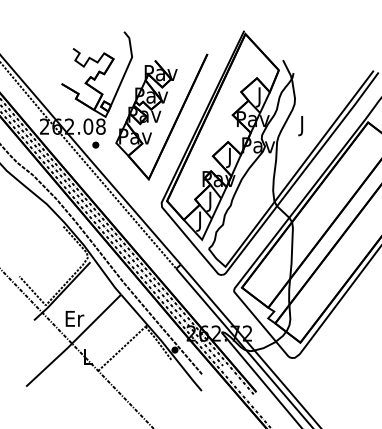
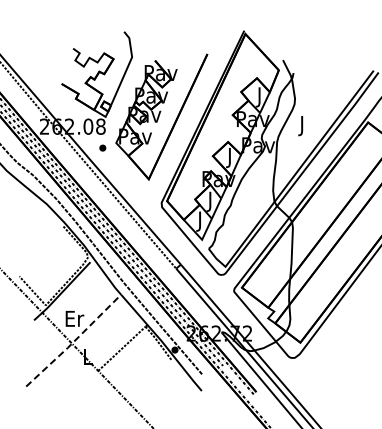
part at (95, 144) position: (95, 144) -> (102, 147)
line at (74, 341): solid -> dashed
